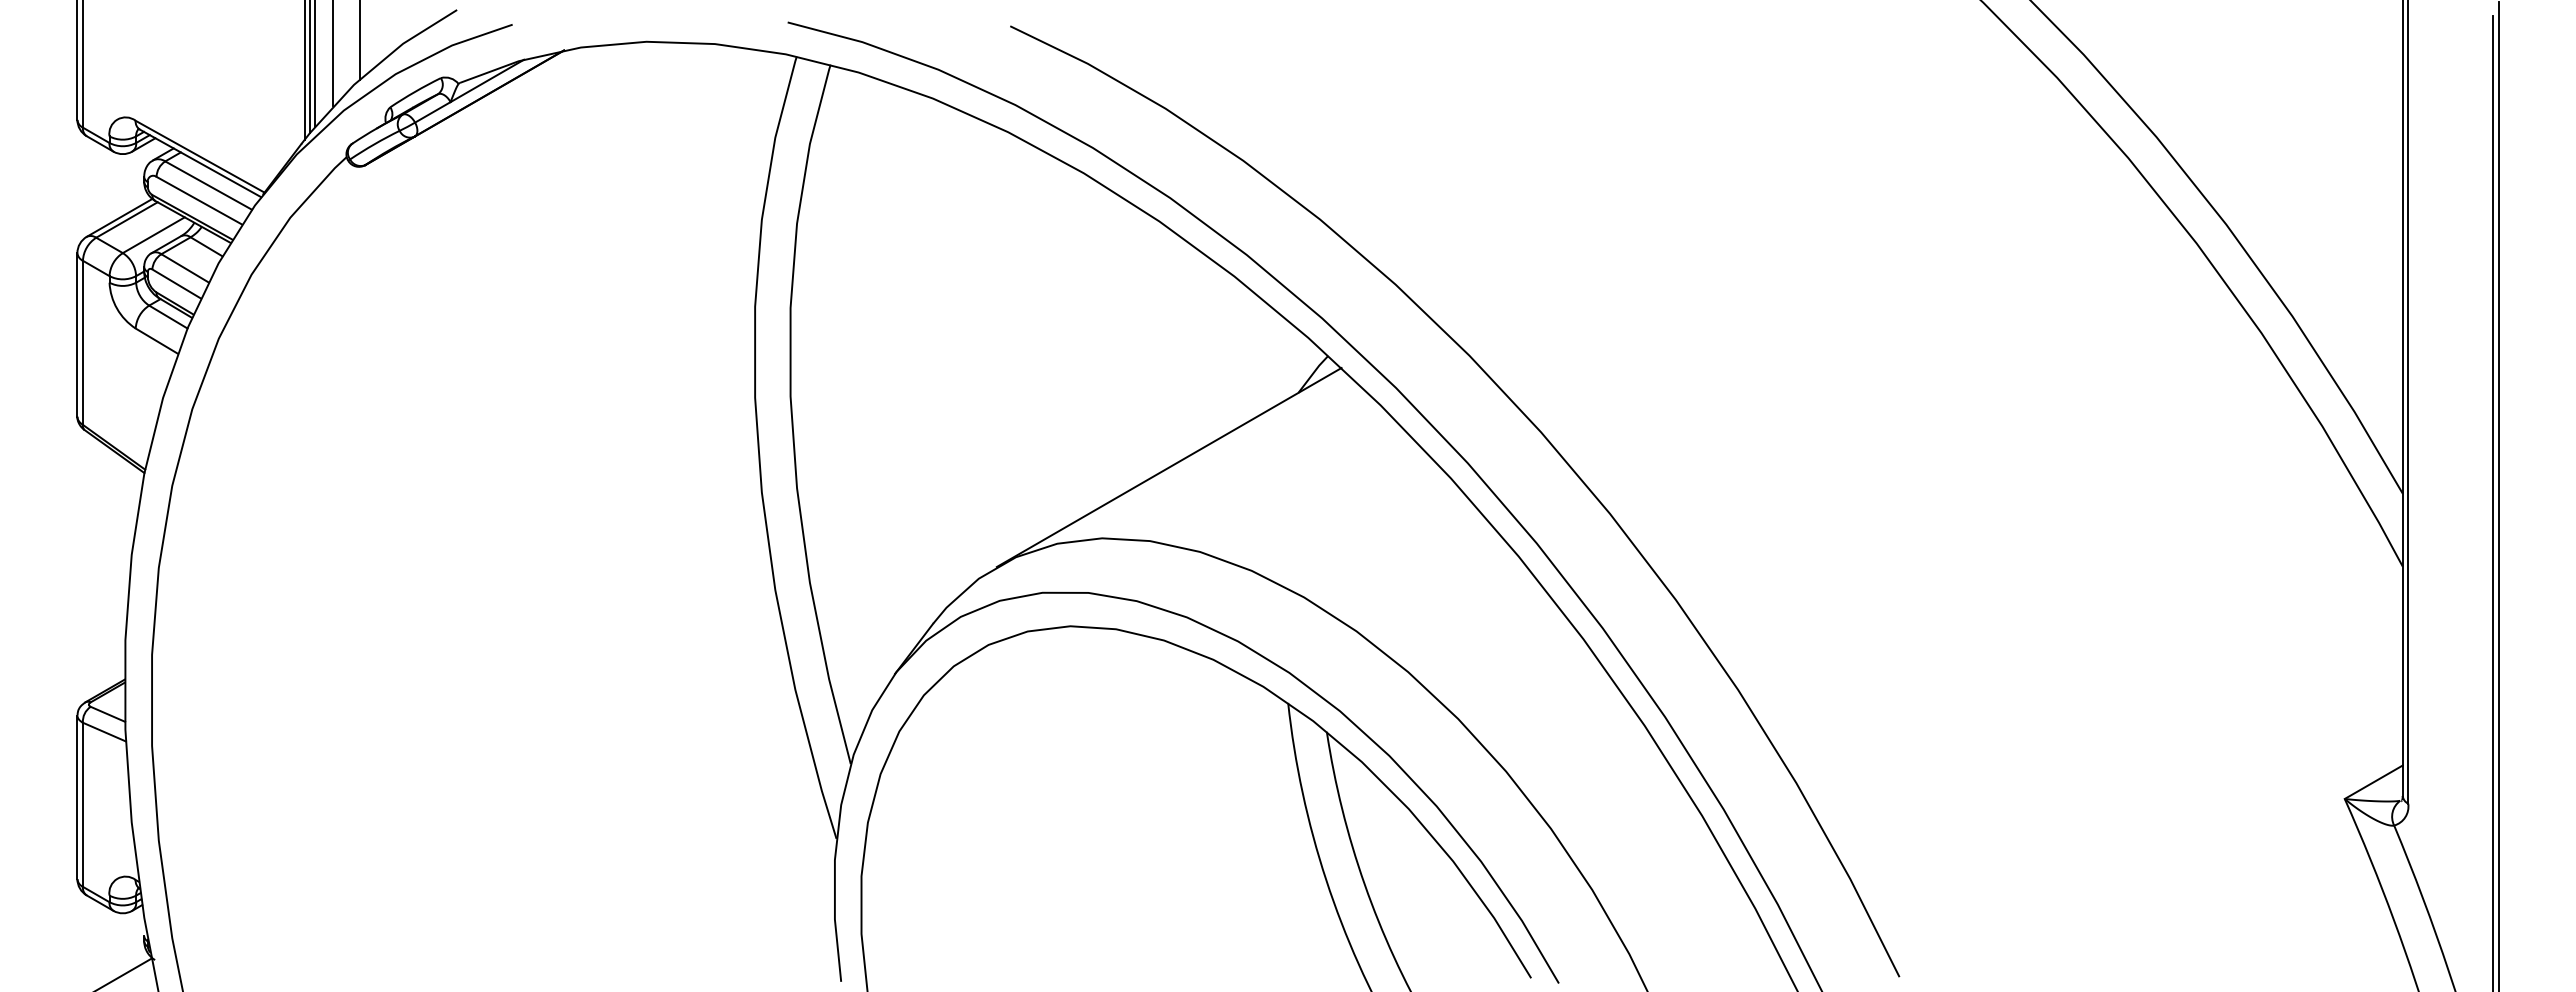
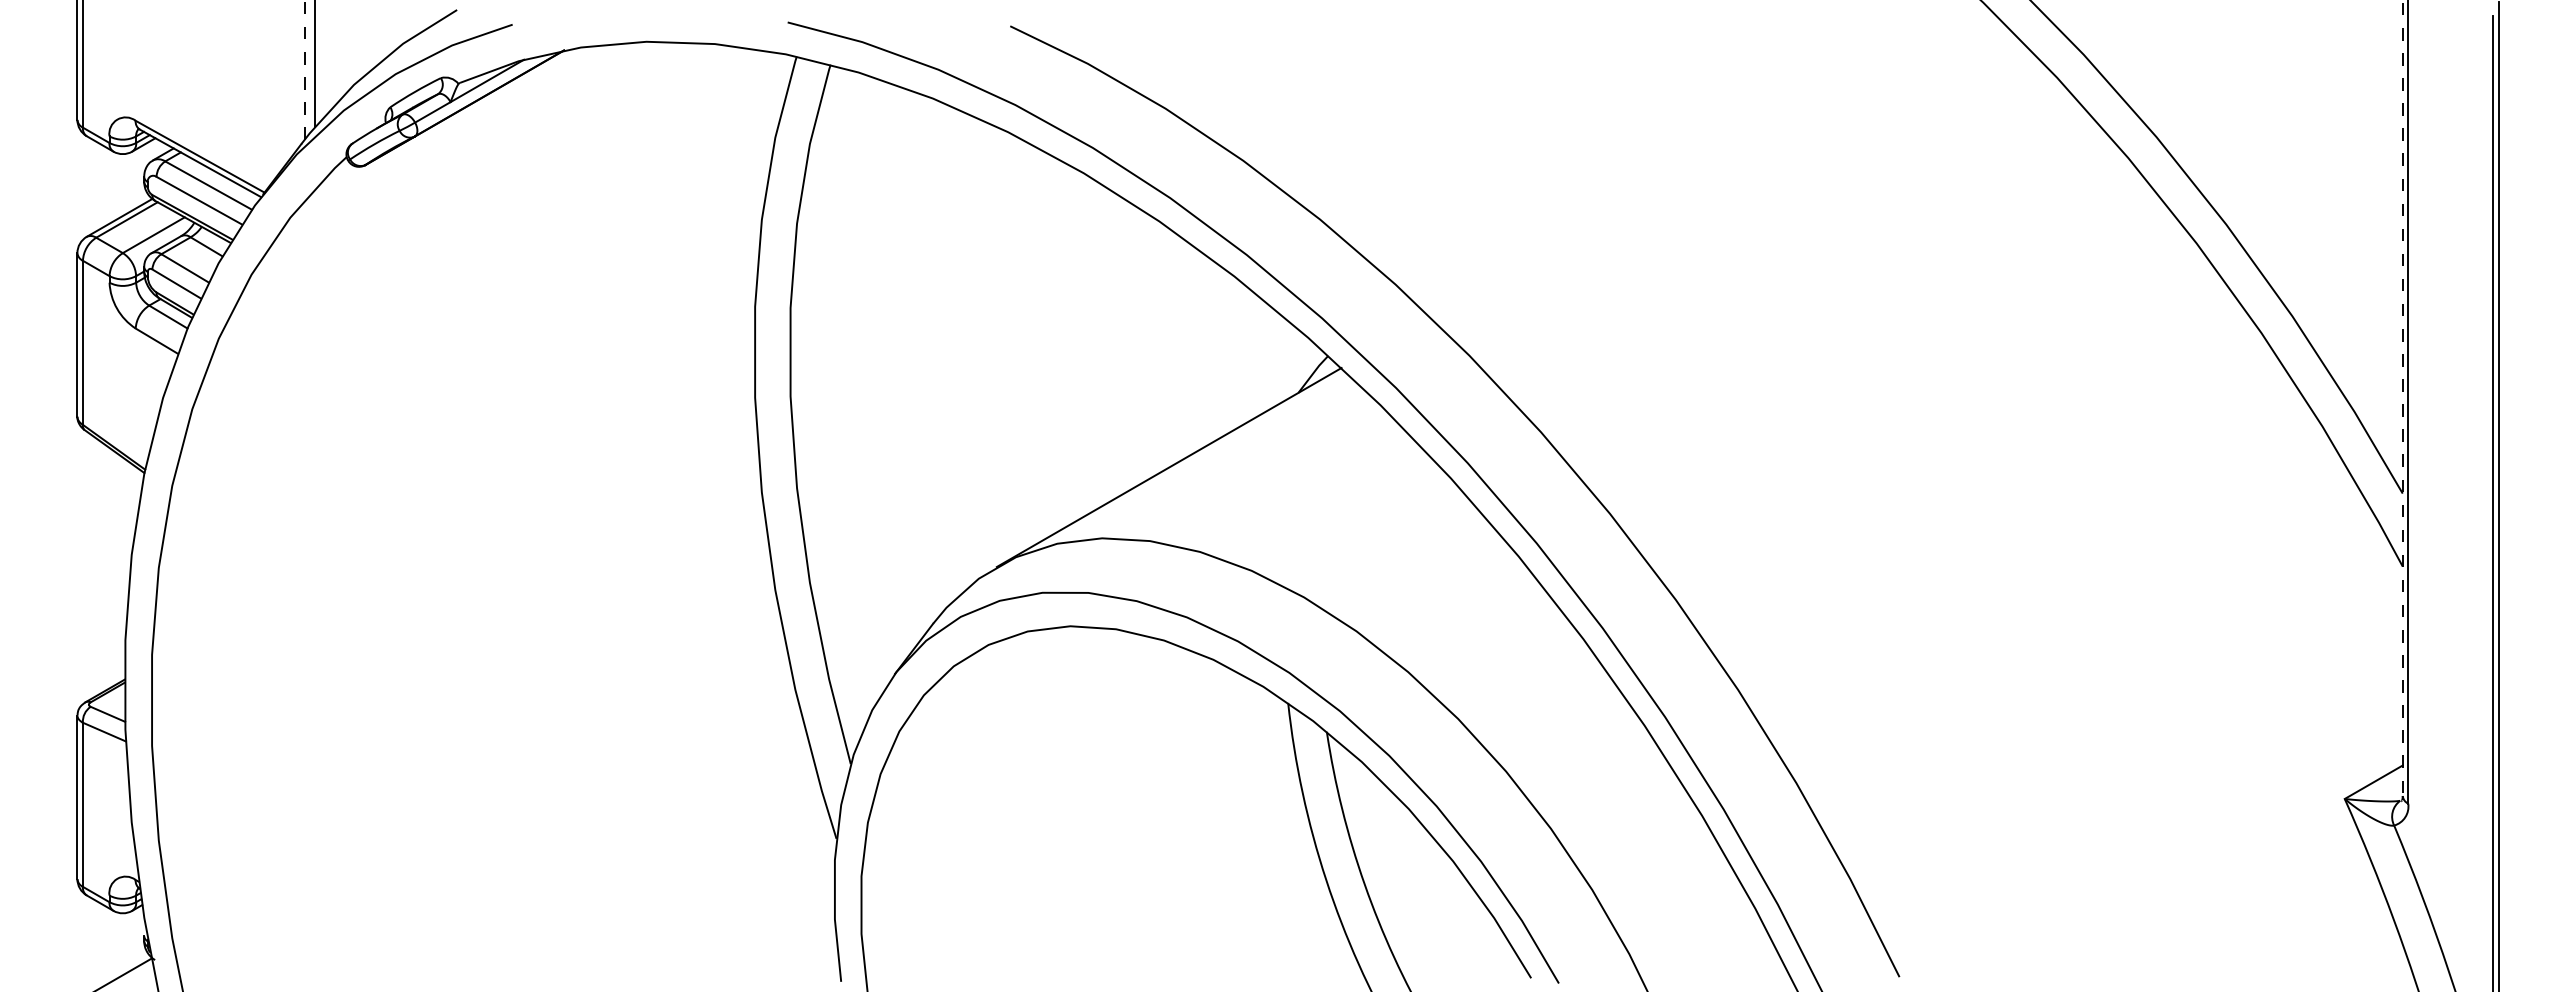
line at (359, 40): present -> none
line at (333, 54): present -> none
line at (309, 67): present -> none
line at (304, 69): solid -> dashed
line at (2402, 398): solid -> dashed
